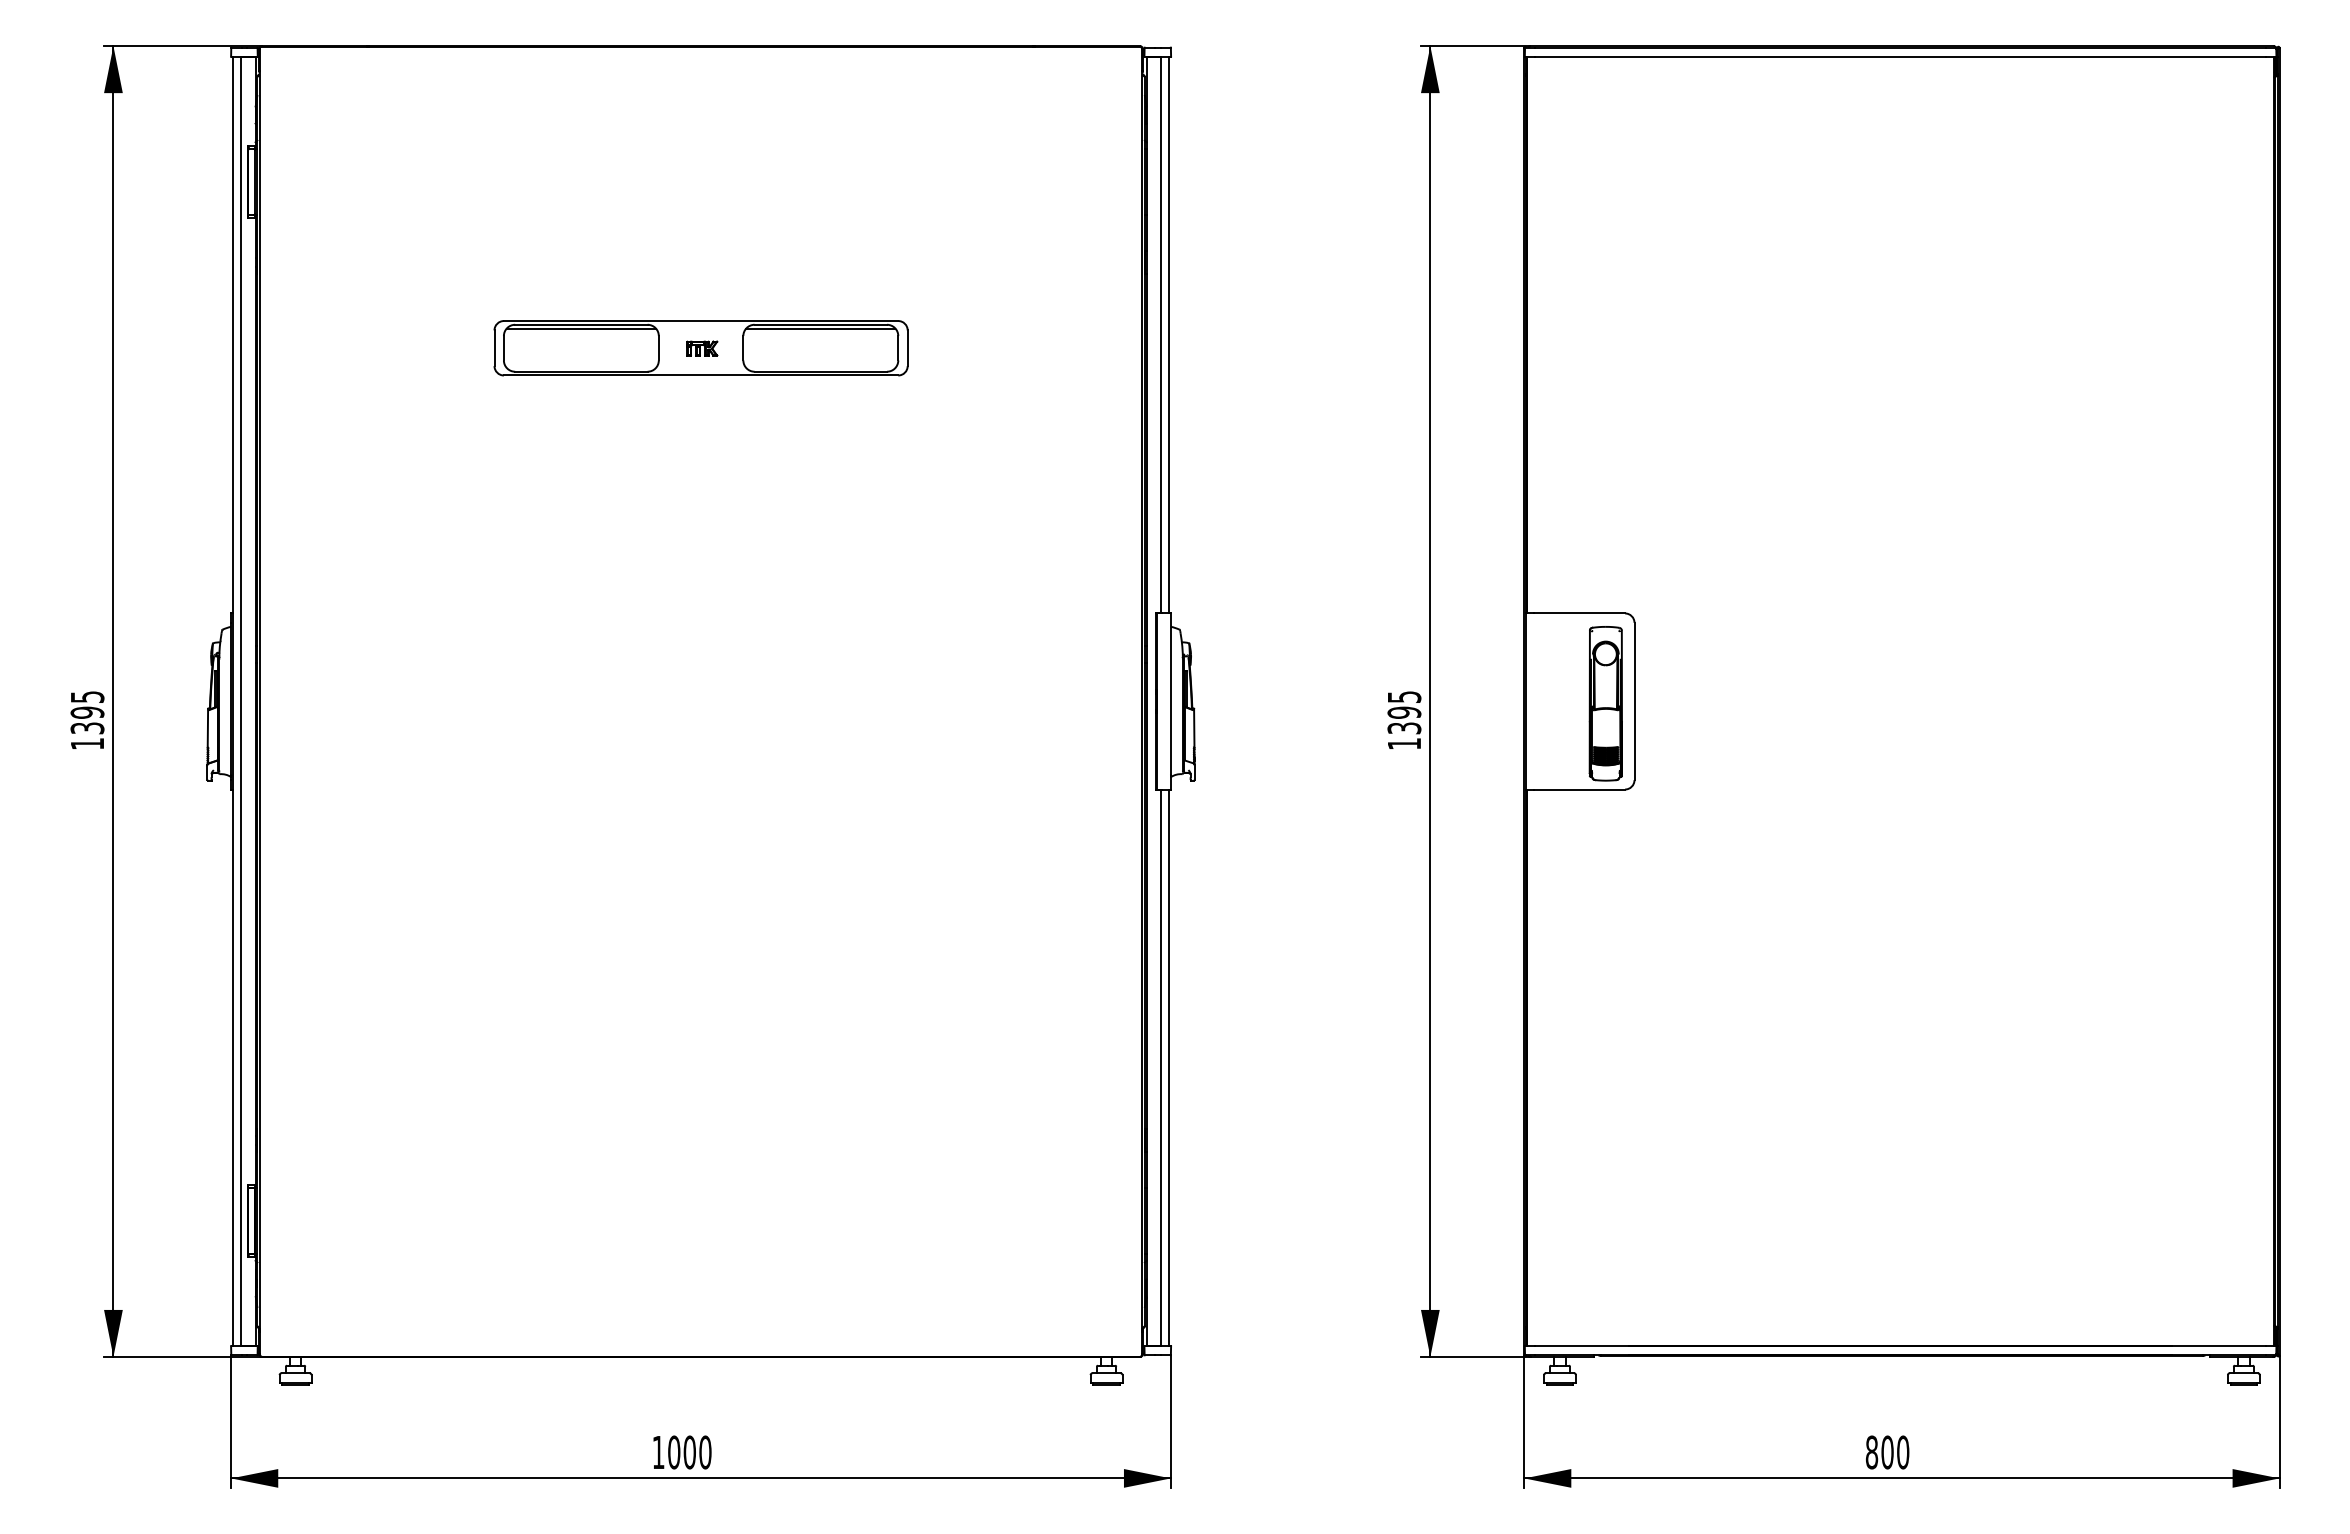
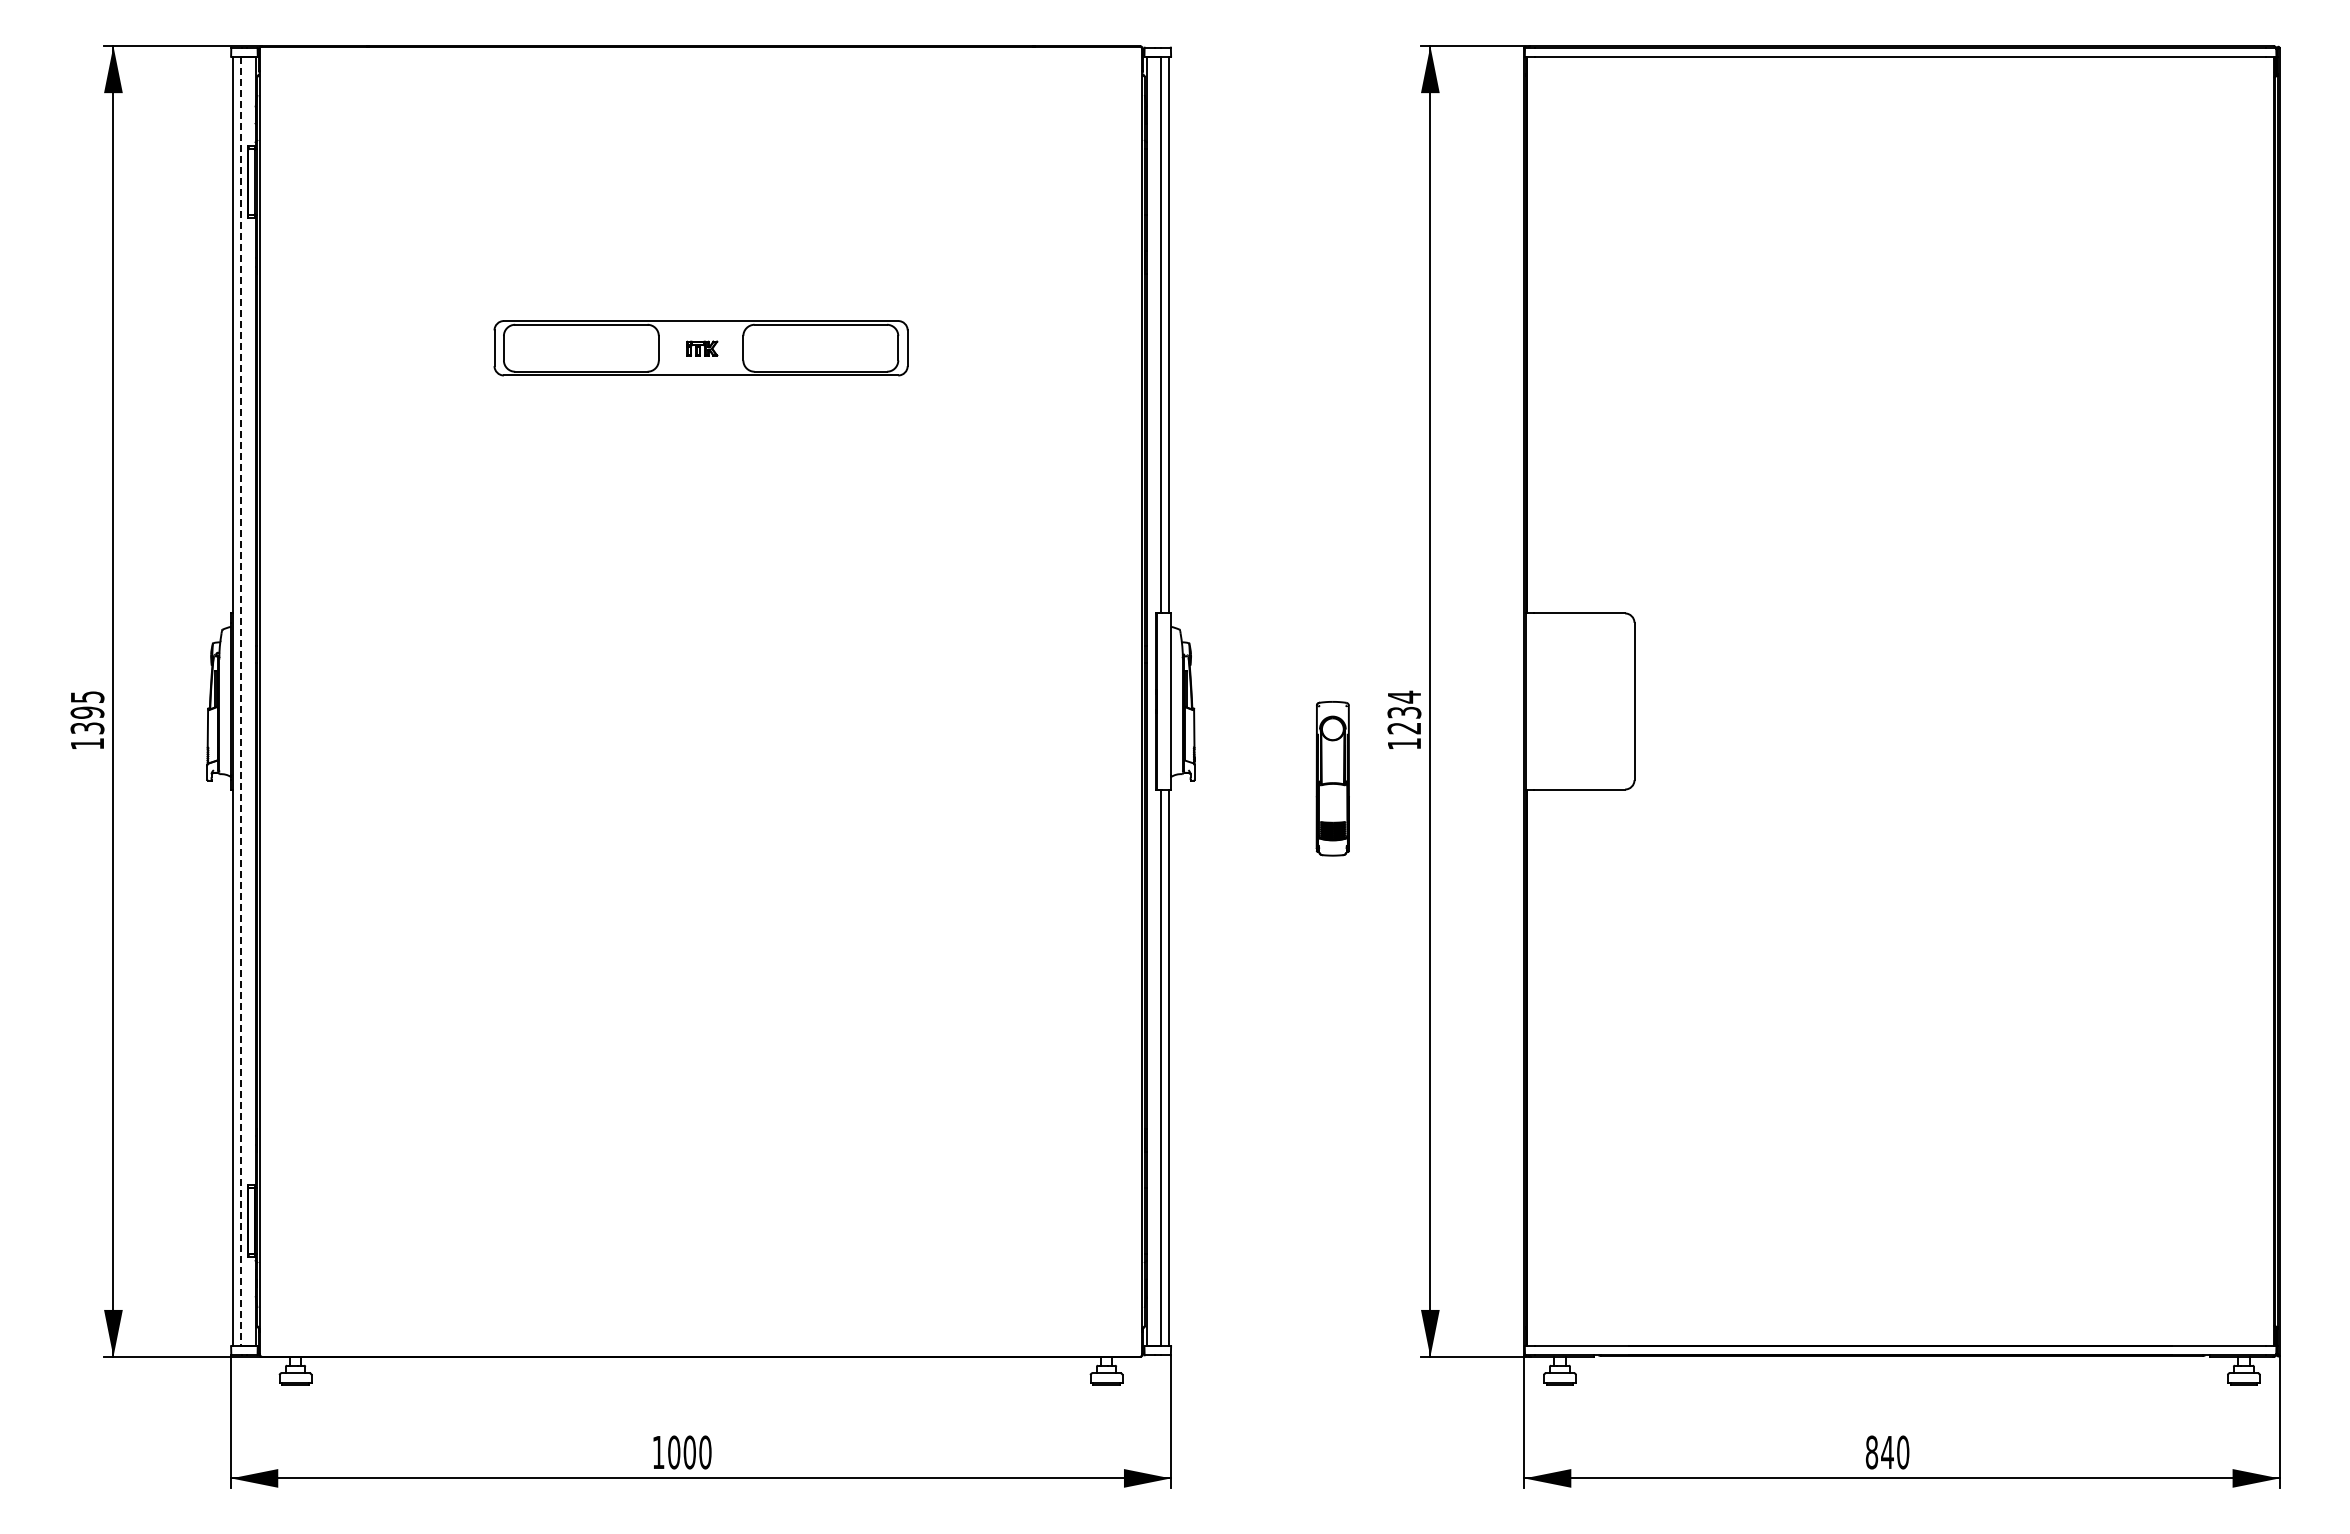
line at (581, 328): present -> none
line at (820, 328): present -> none
line at (241, 701): solid -> dashed
part at (1605, 703) position: (1605, 703) -> (1332, 778)
text at (1404, 712): 1395 -> 1234
text at (1887, 1452): 800 -> 840
